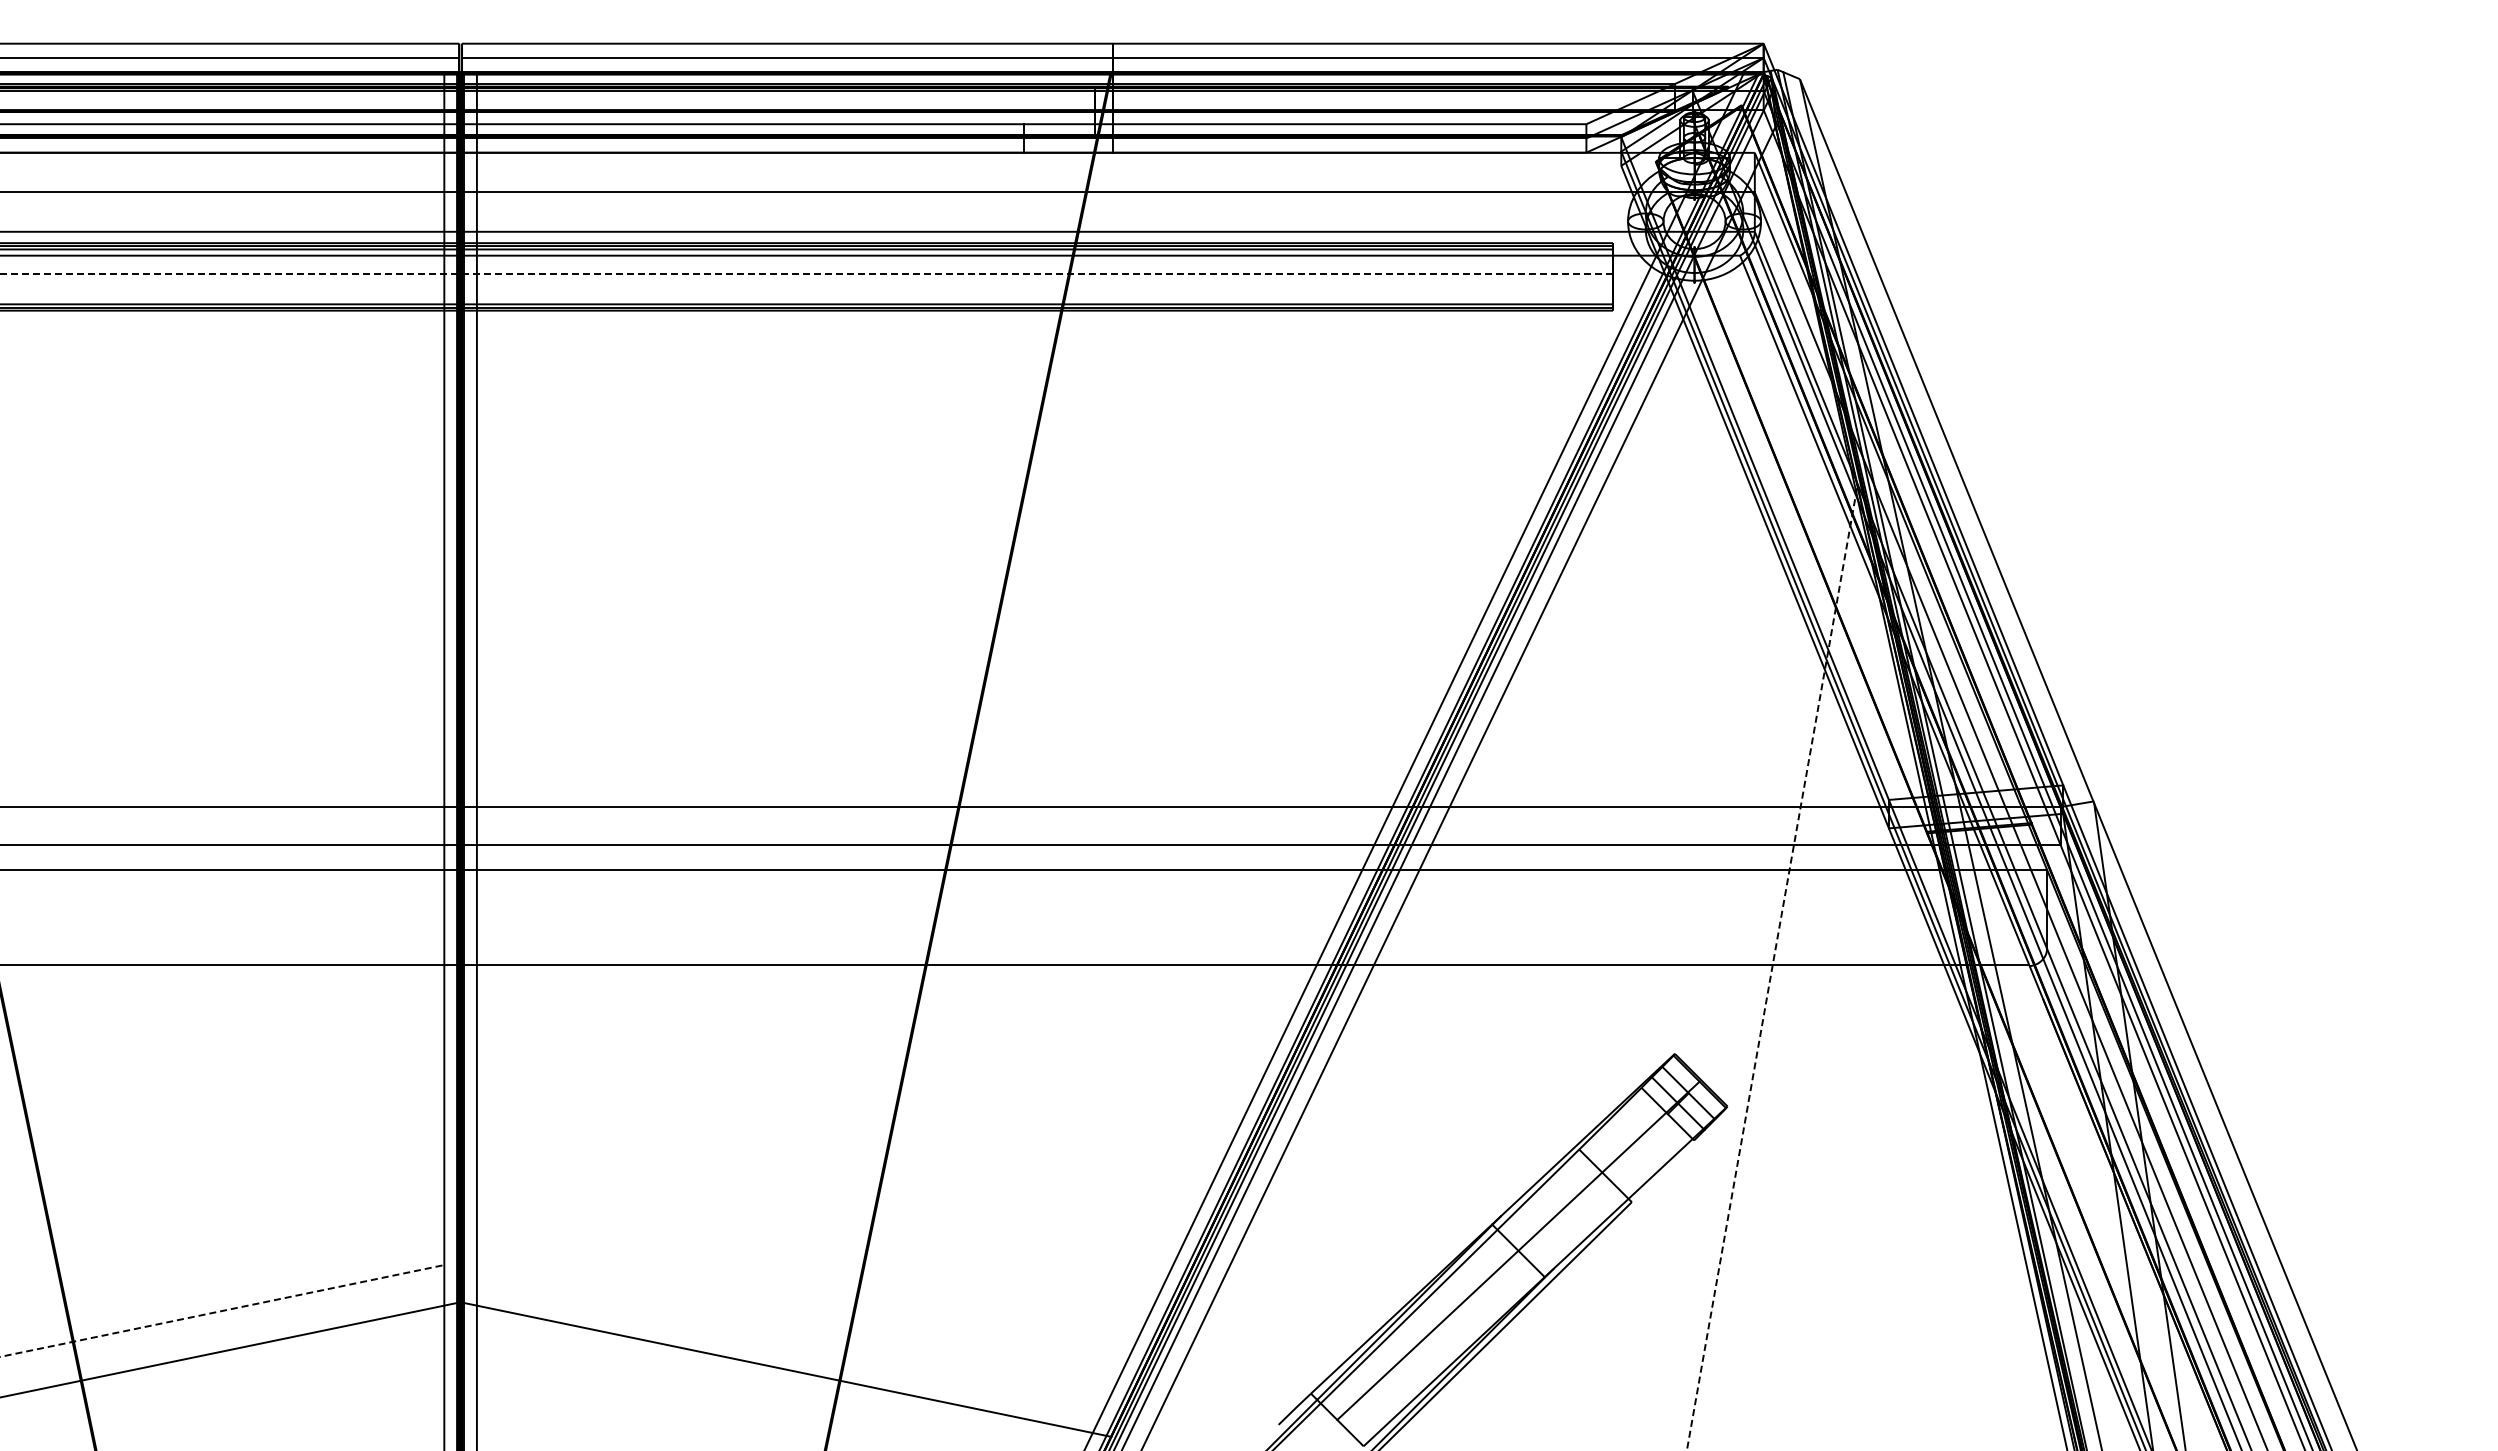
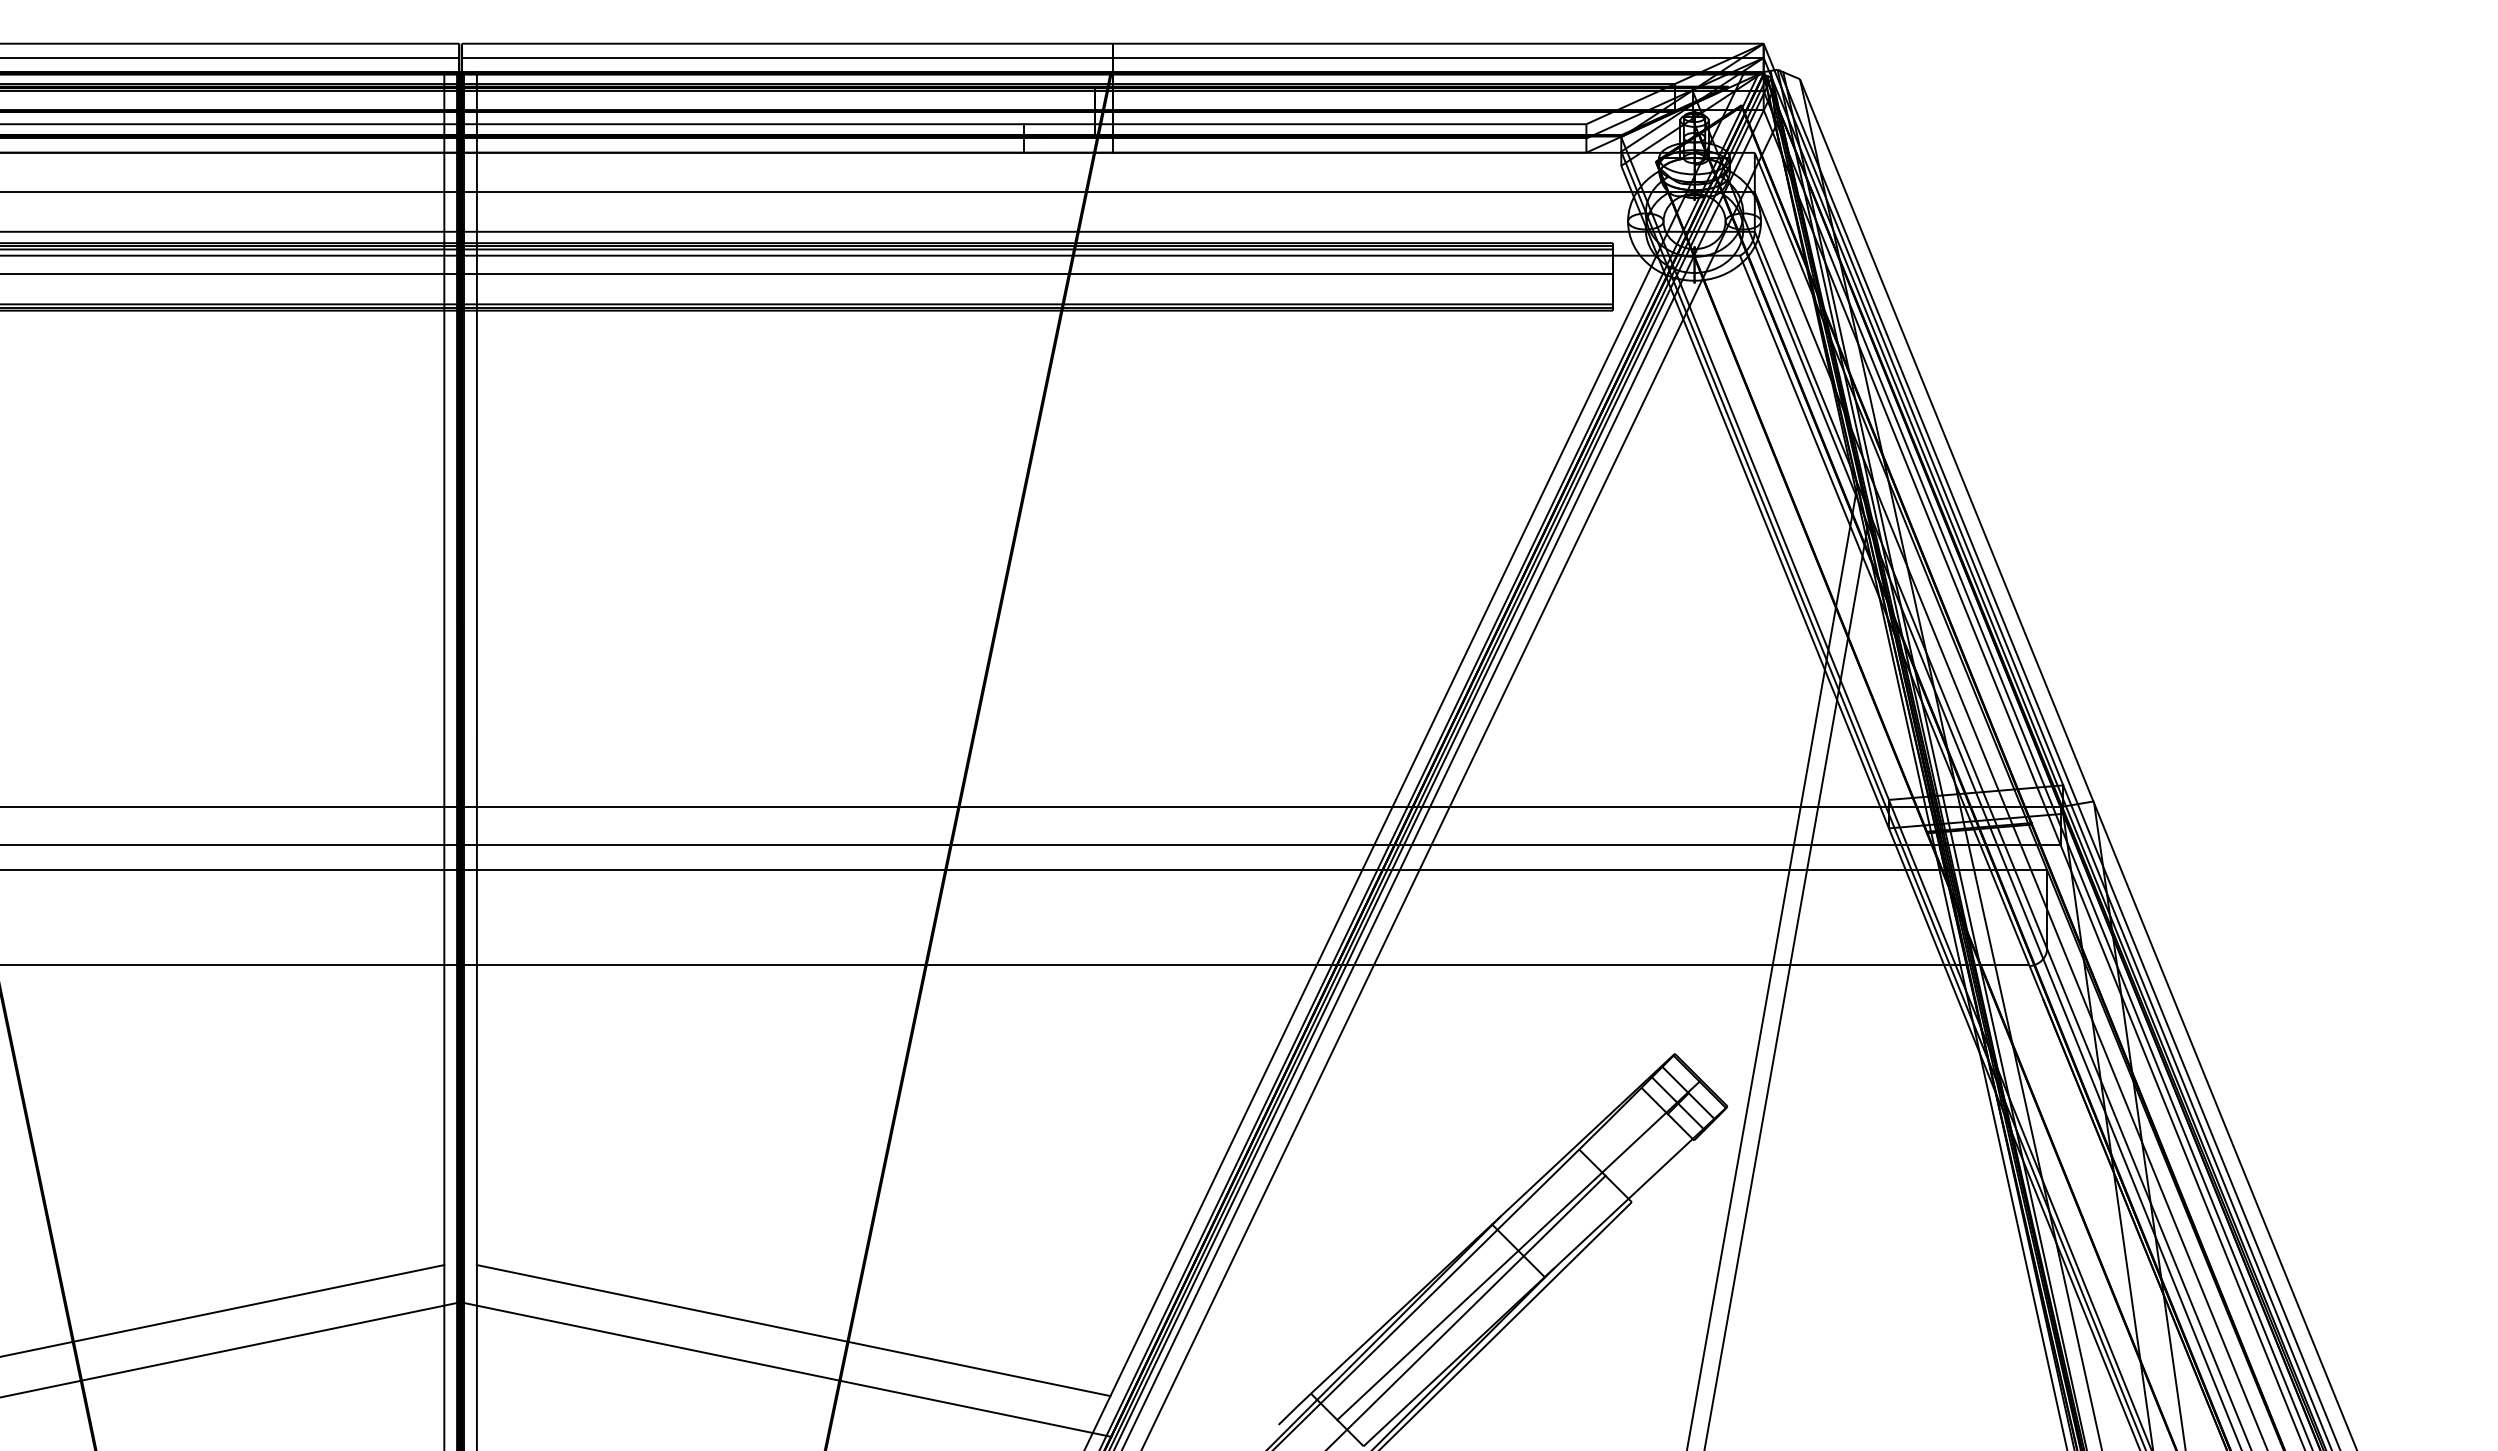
line at (806, 273): dashed -> solid
line at (2059, 758): none -> present
line at (1772, 968): dashed -> solid
line at (1785, 987): none -> present
line at (223, 1310): dashed -> solid
line at (1466, 1311): none -> present
line at (793, 1330): none -> present
